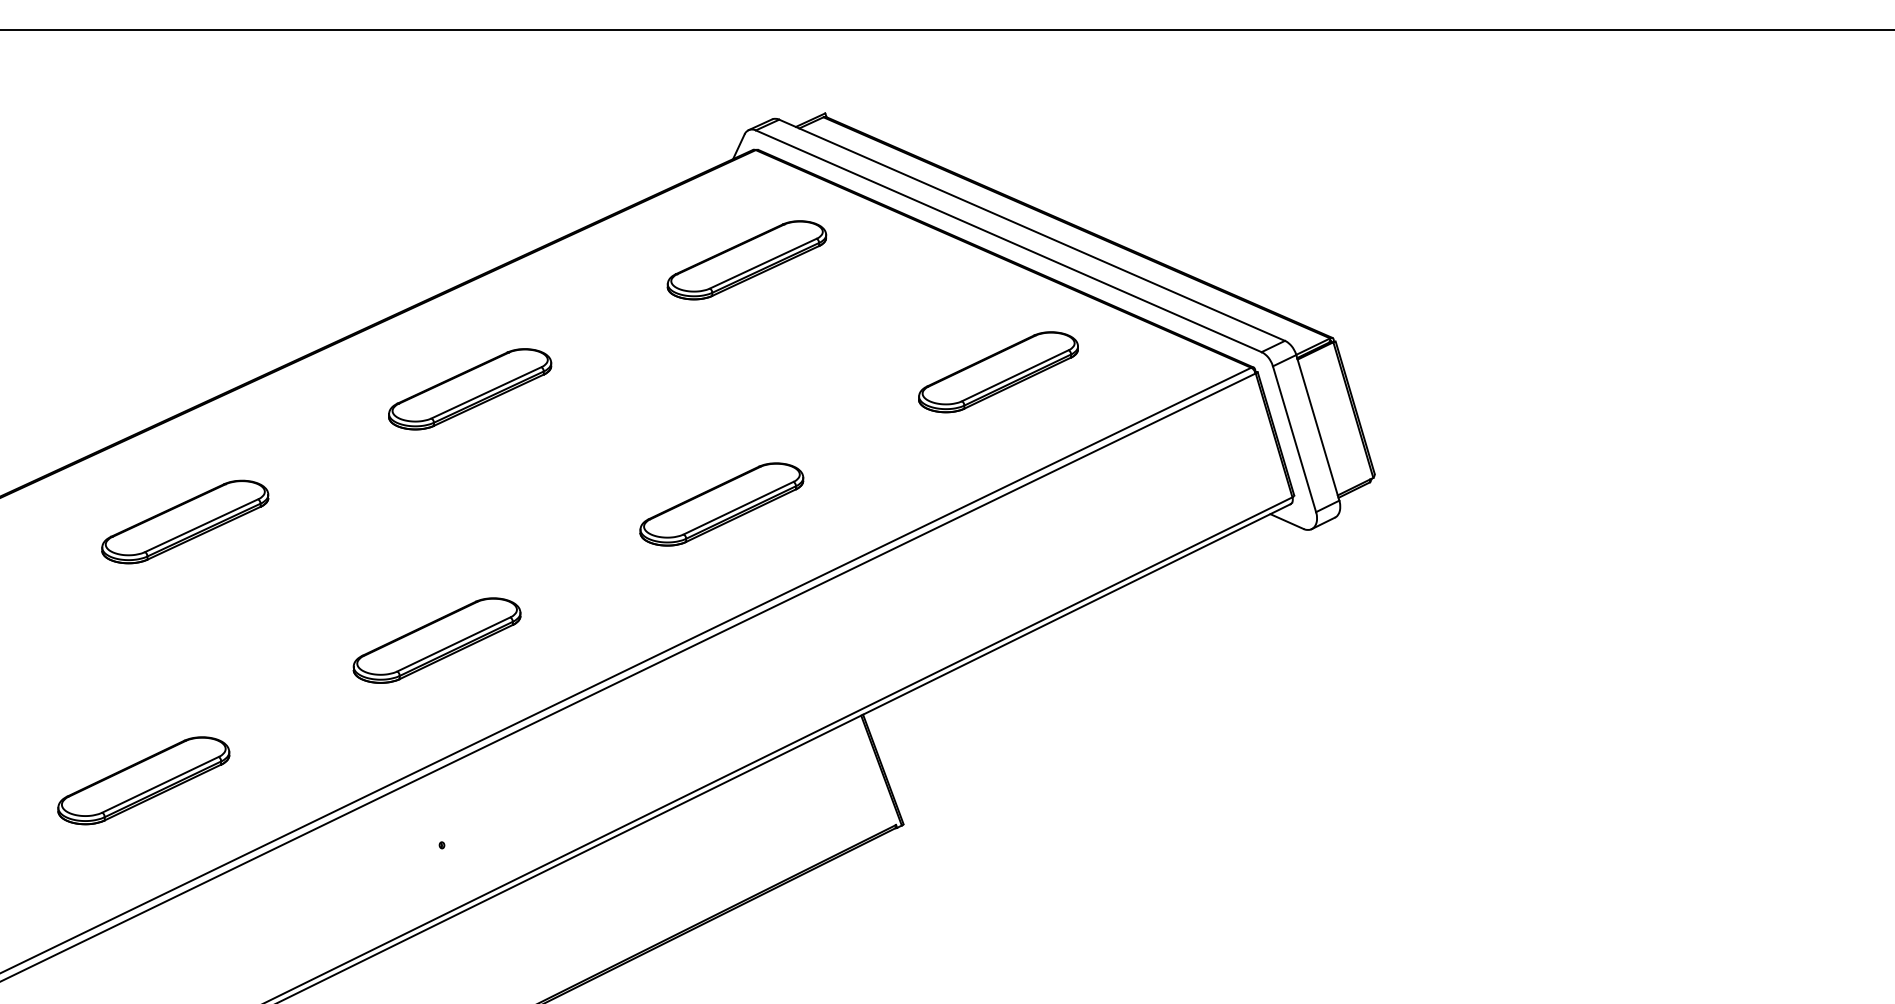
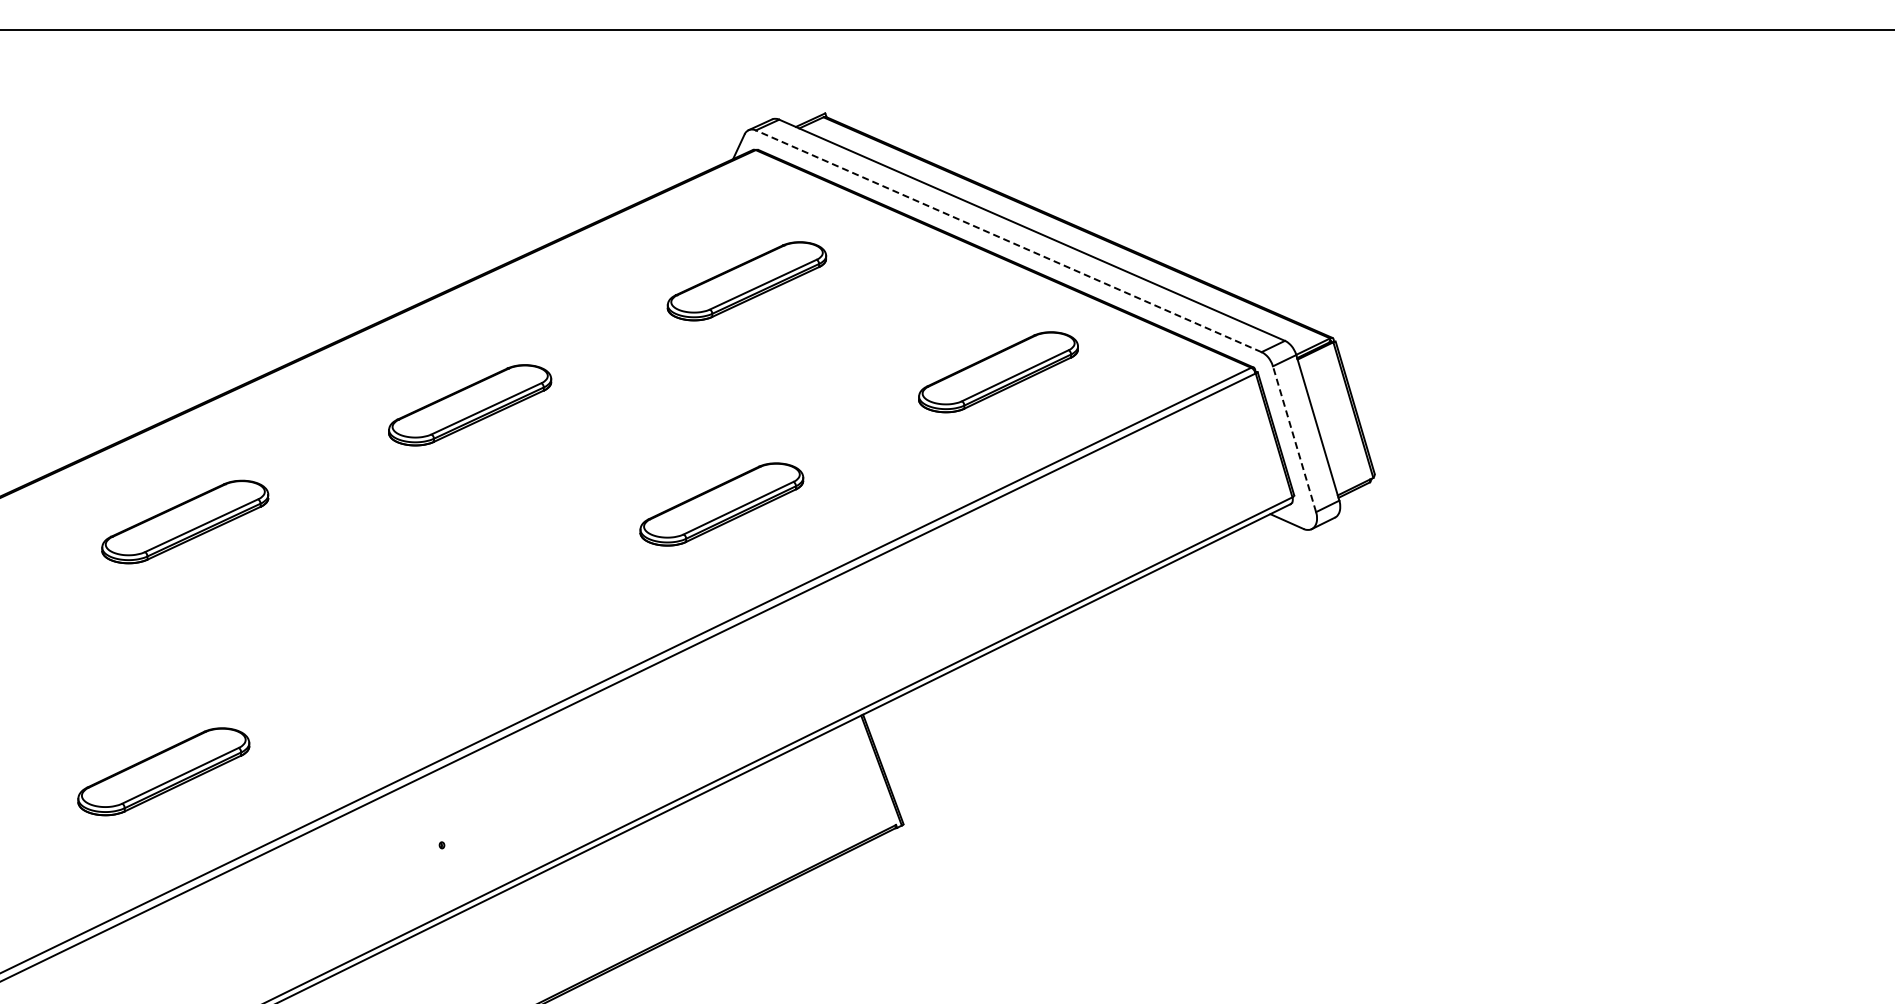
line at (1008, 241): solid -> dashed
part at (746, 260) position: (746, 260) -> (746, 281)
part at (470, 389) position: (470, 389) -> (470, 405)
line at (1294, 438): solid -> dashed
part at (436, 640): present -> none
part at (143, 780) position: (143, 780) -> (163, 771)
